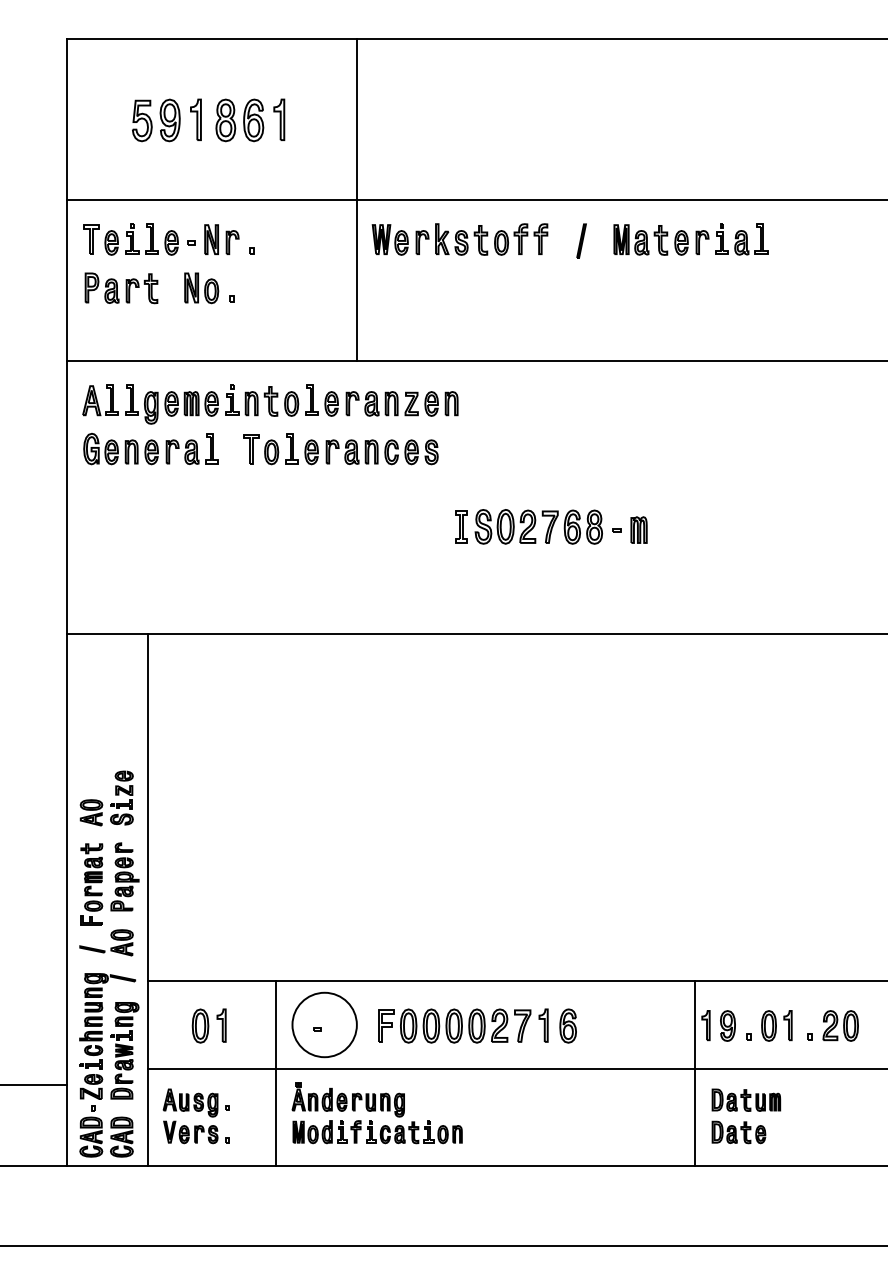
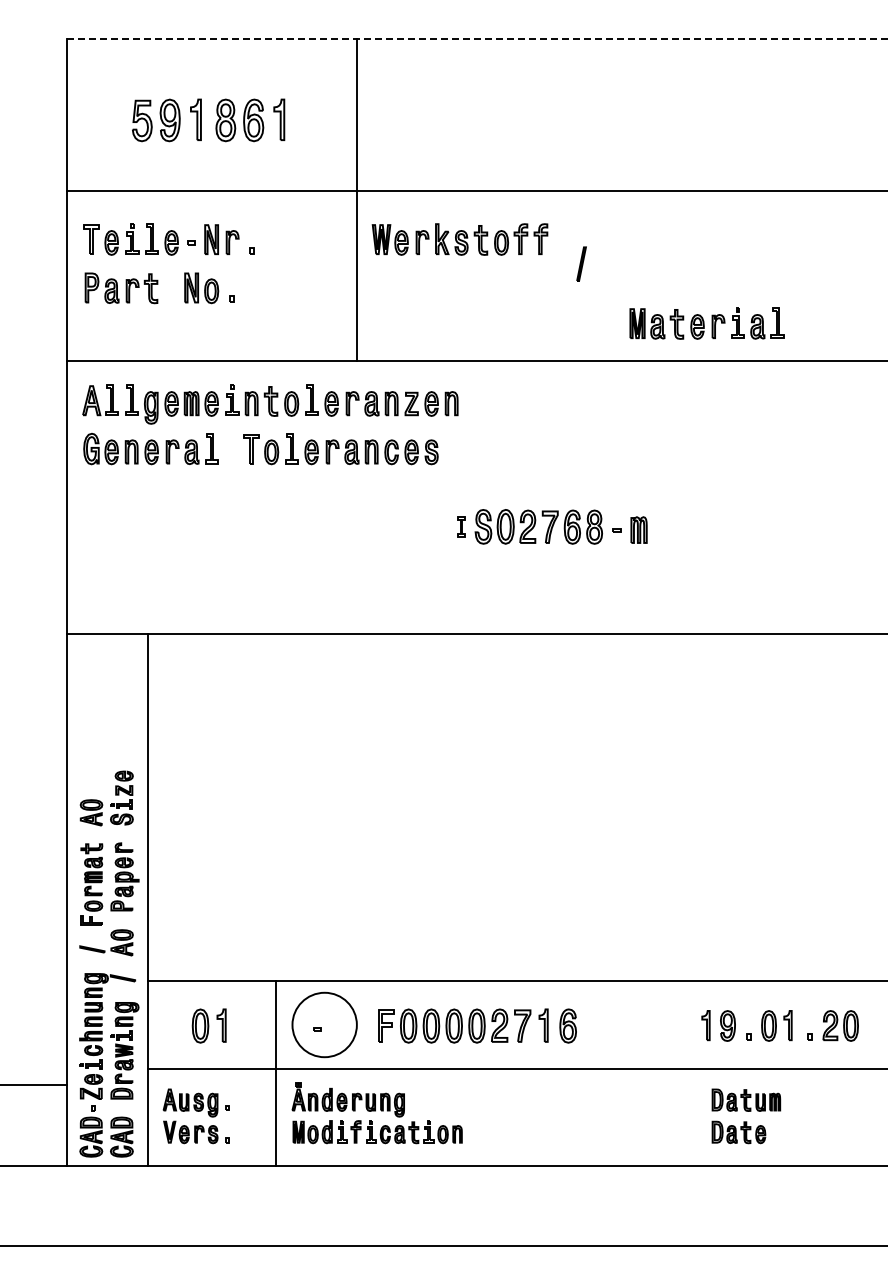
line at (477, 38): solid -> dashed
line at (475, 199) position: (475, 199) -> (475, 190)
part at (690, 239) position: (690, 239) -> (706, 323)
part at (581, 240) position: (581, 240) -> (581, 263)
part at (461, 526) size: 13x34 px -> 9x22 px
line at (695, 1072): present -> none
